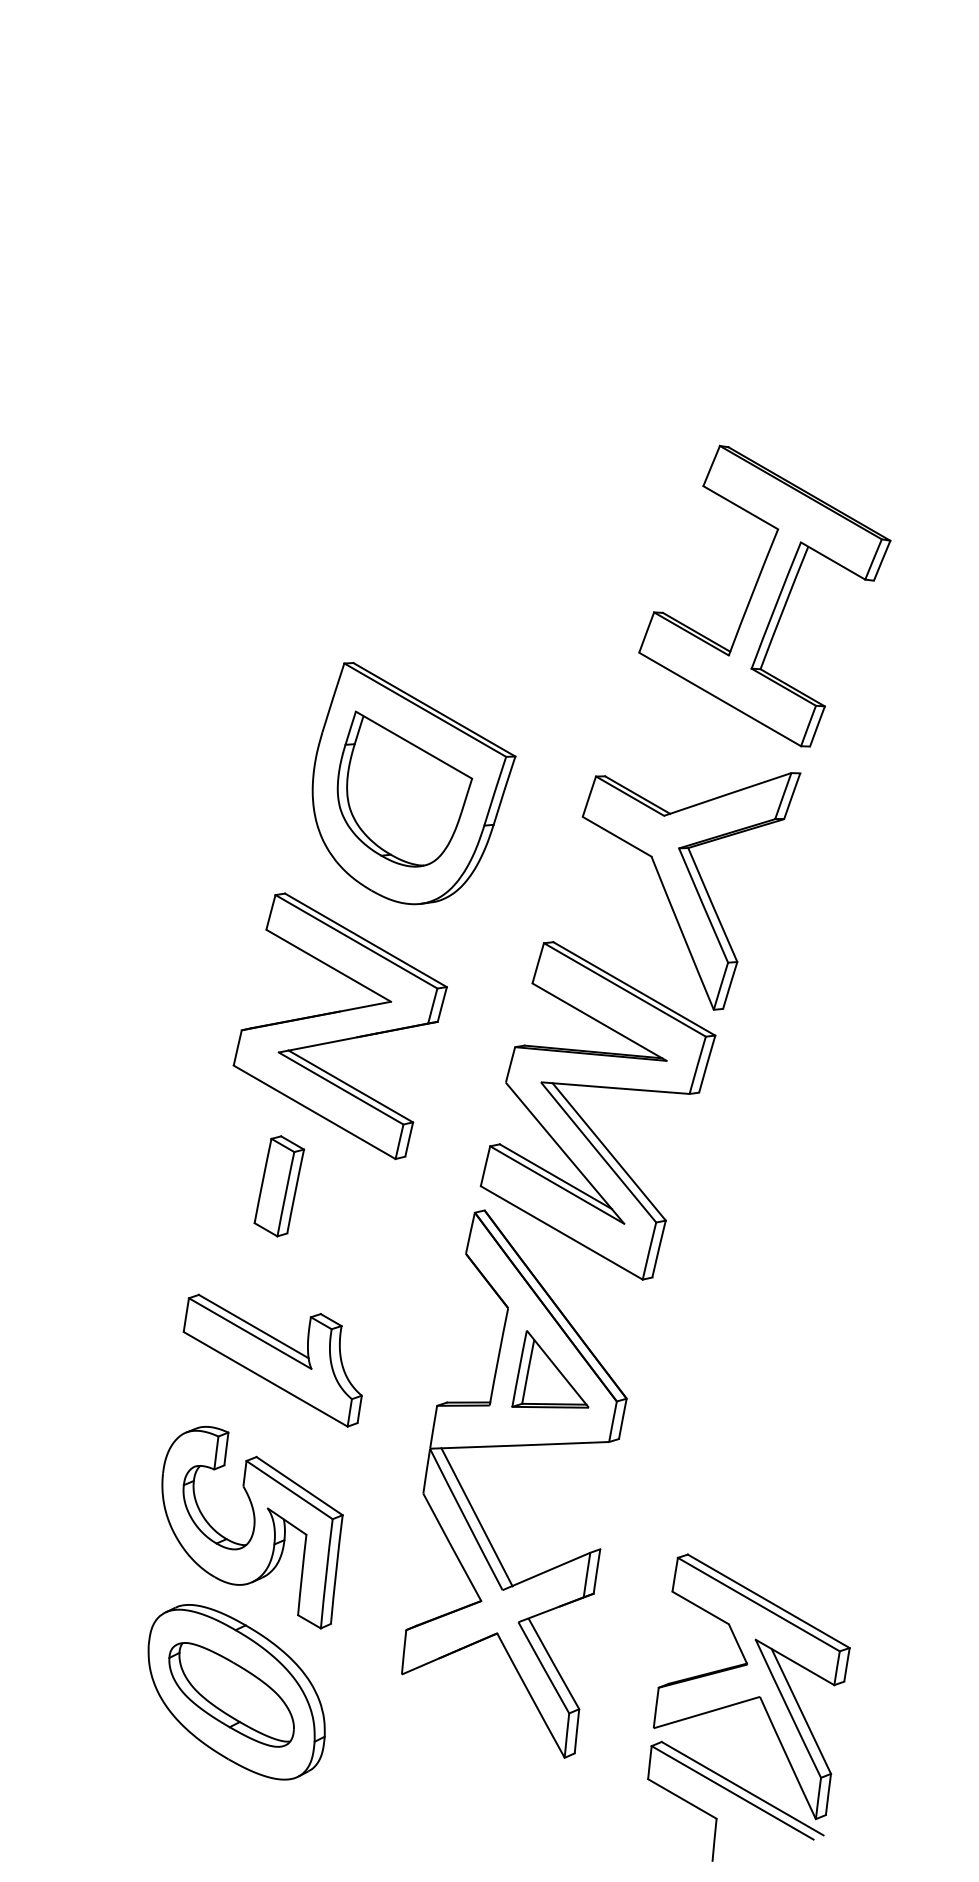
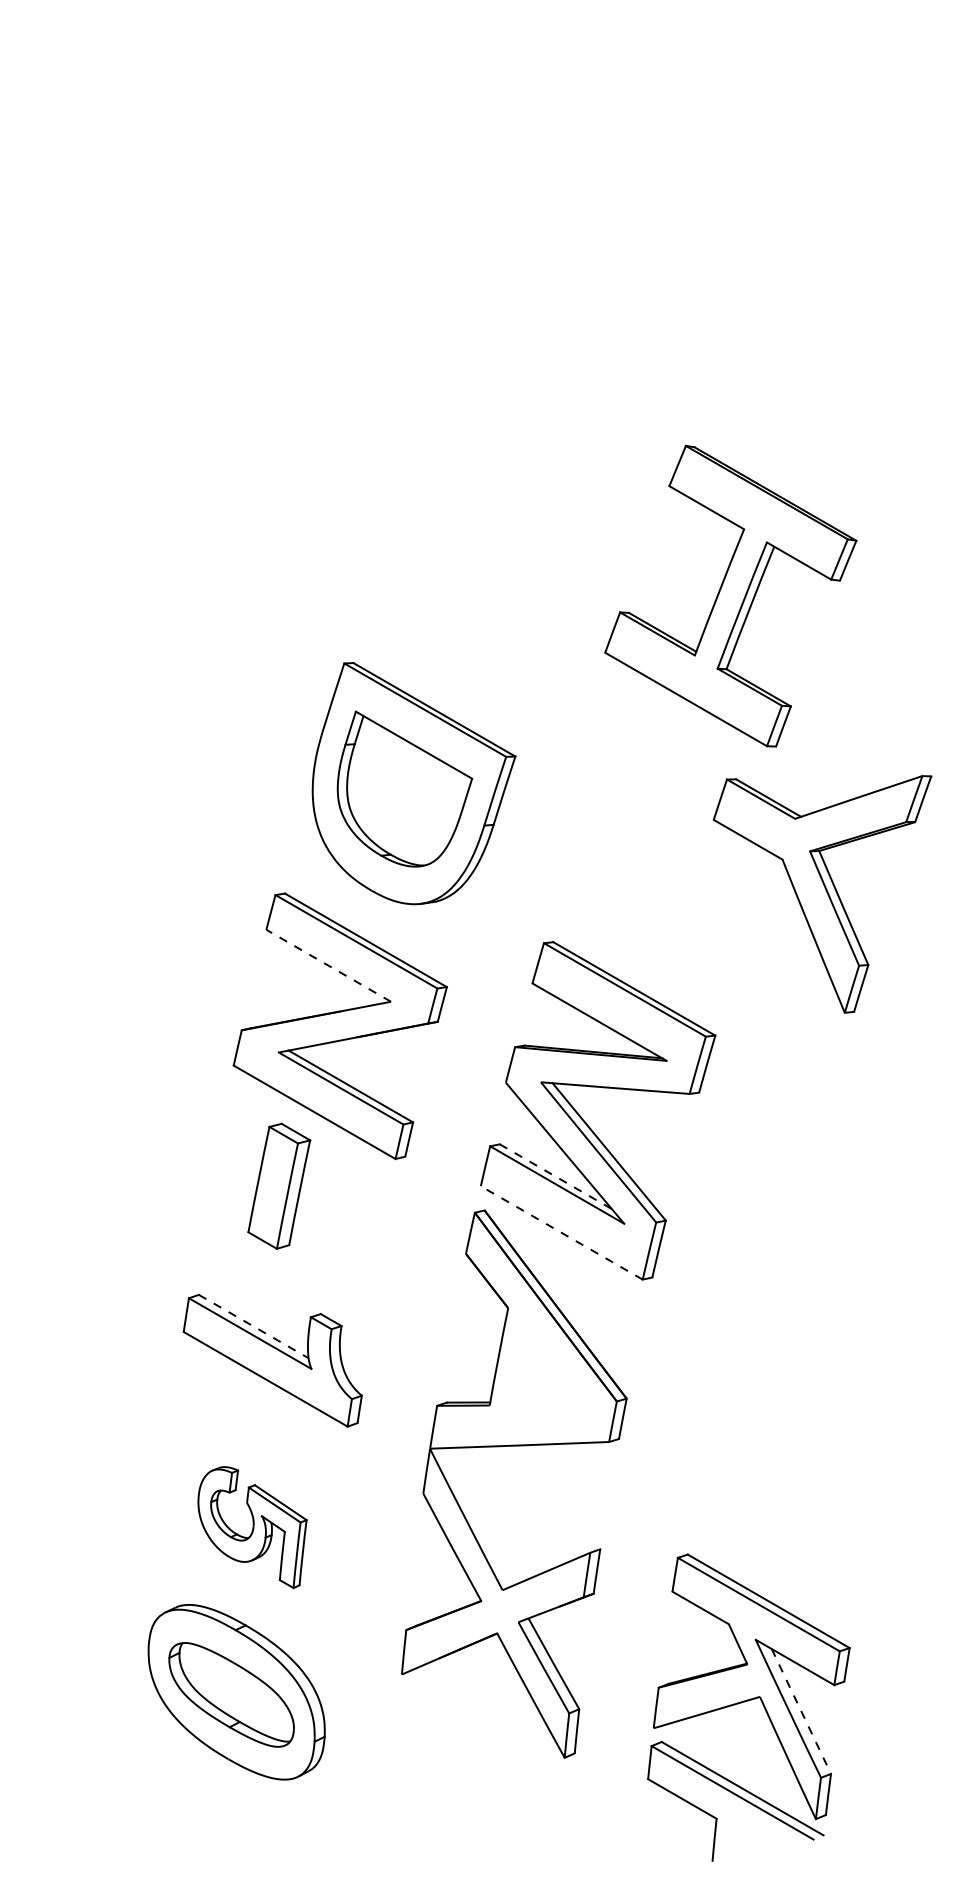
part at (764, 595) position: (764, 595) -> (730, 595)
part at (691, 891) position: (691, 891) -> (822, 894)
line at (328, 965): solid -> dashed
line at (555, 1176): solid -> dashed
part at (279, 1186) size: 53x103 px -> 65x128 px
line at (561, 1232): solid -> dashed
line at (254, 1326): solid -> dashed
part at (550, 1369): present -> none
line at (476, 1517): present -> none
part at (252, 1527) size: 183x205 px -> 111x124 px
line at (801, 1711): solid -> dashed
